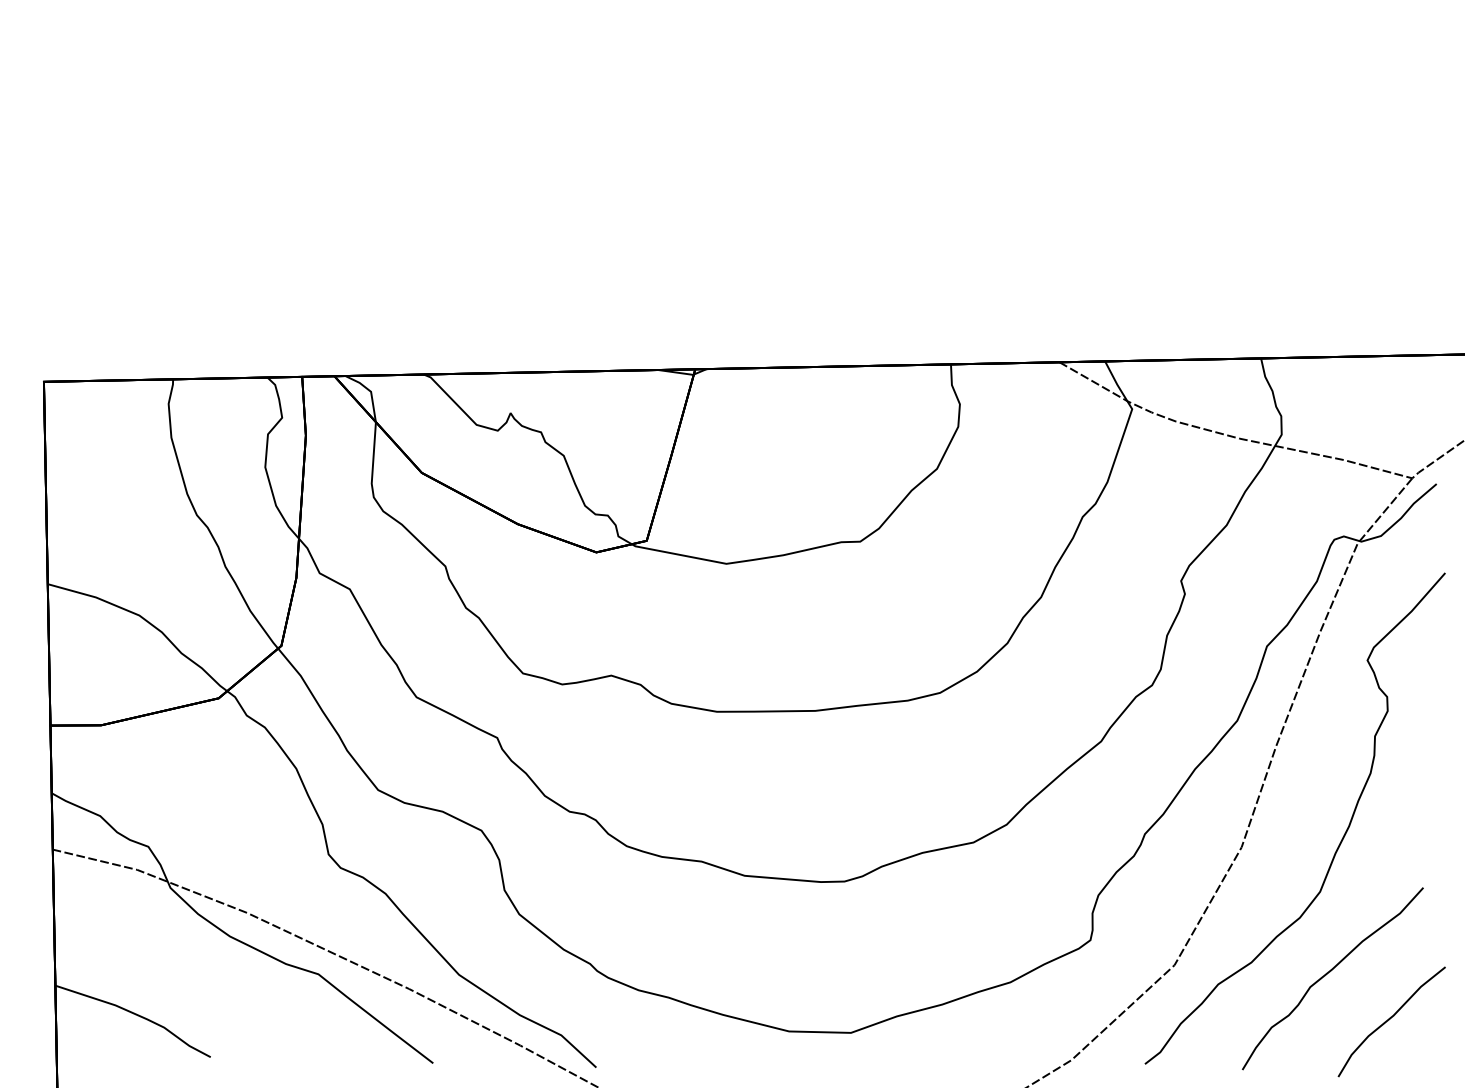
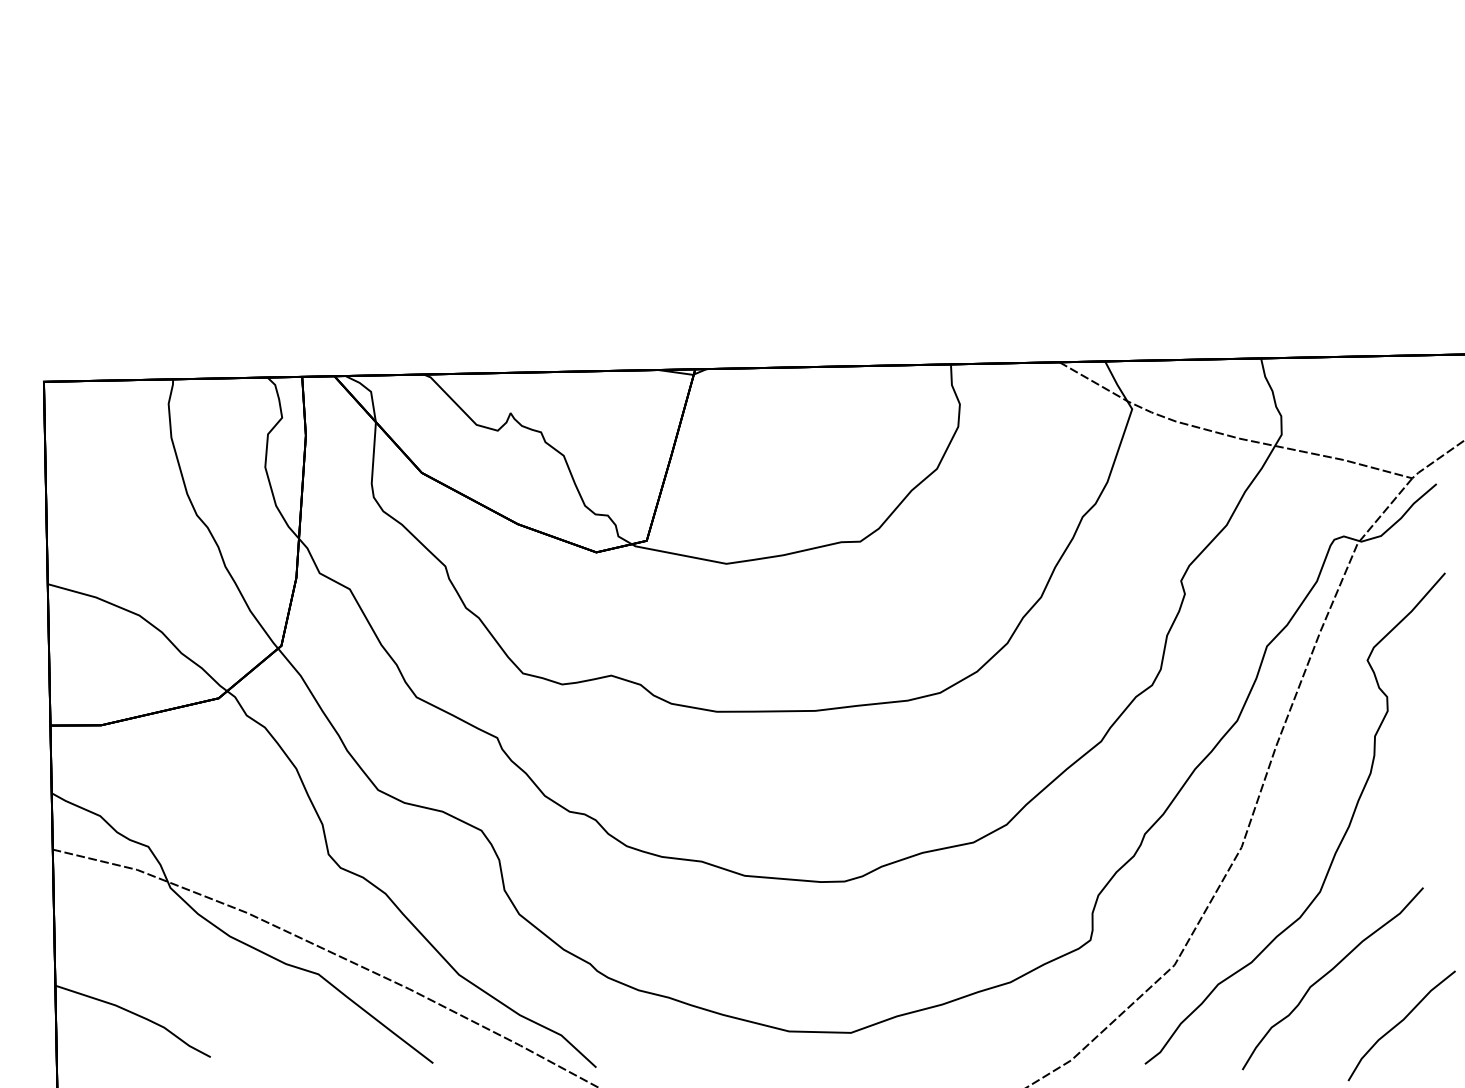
curve at (1390, 1019) position: (1390, 1019) -> (1400, 1023)
